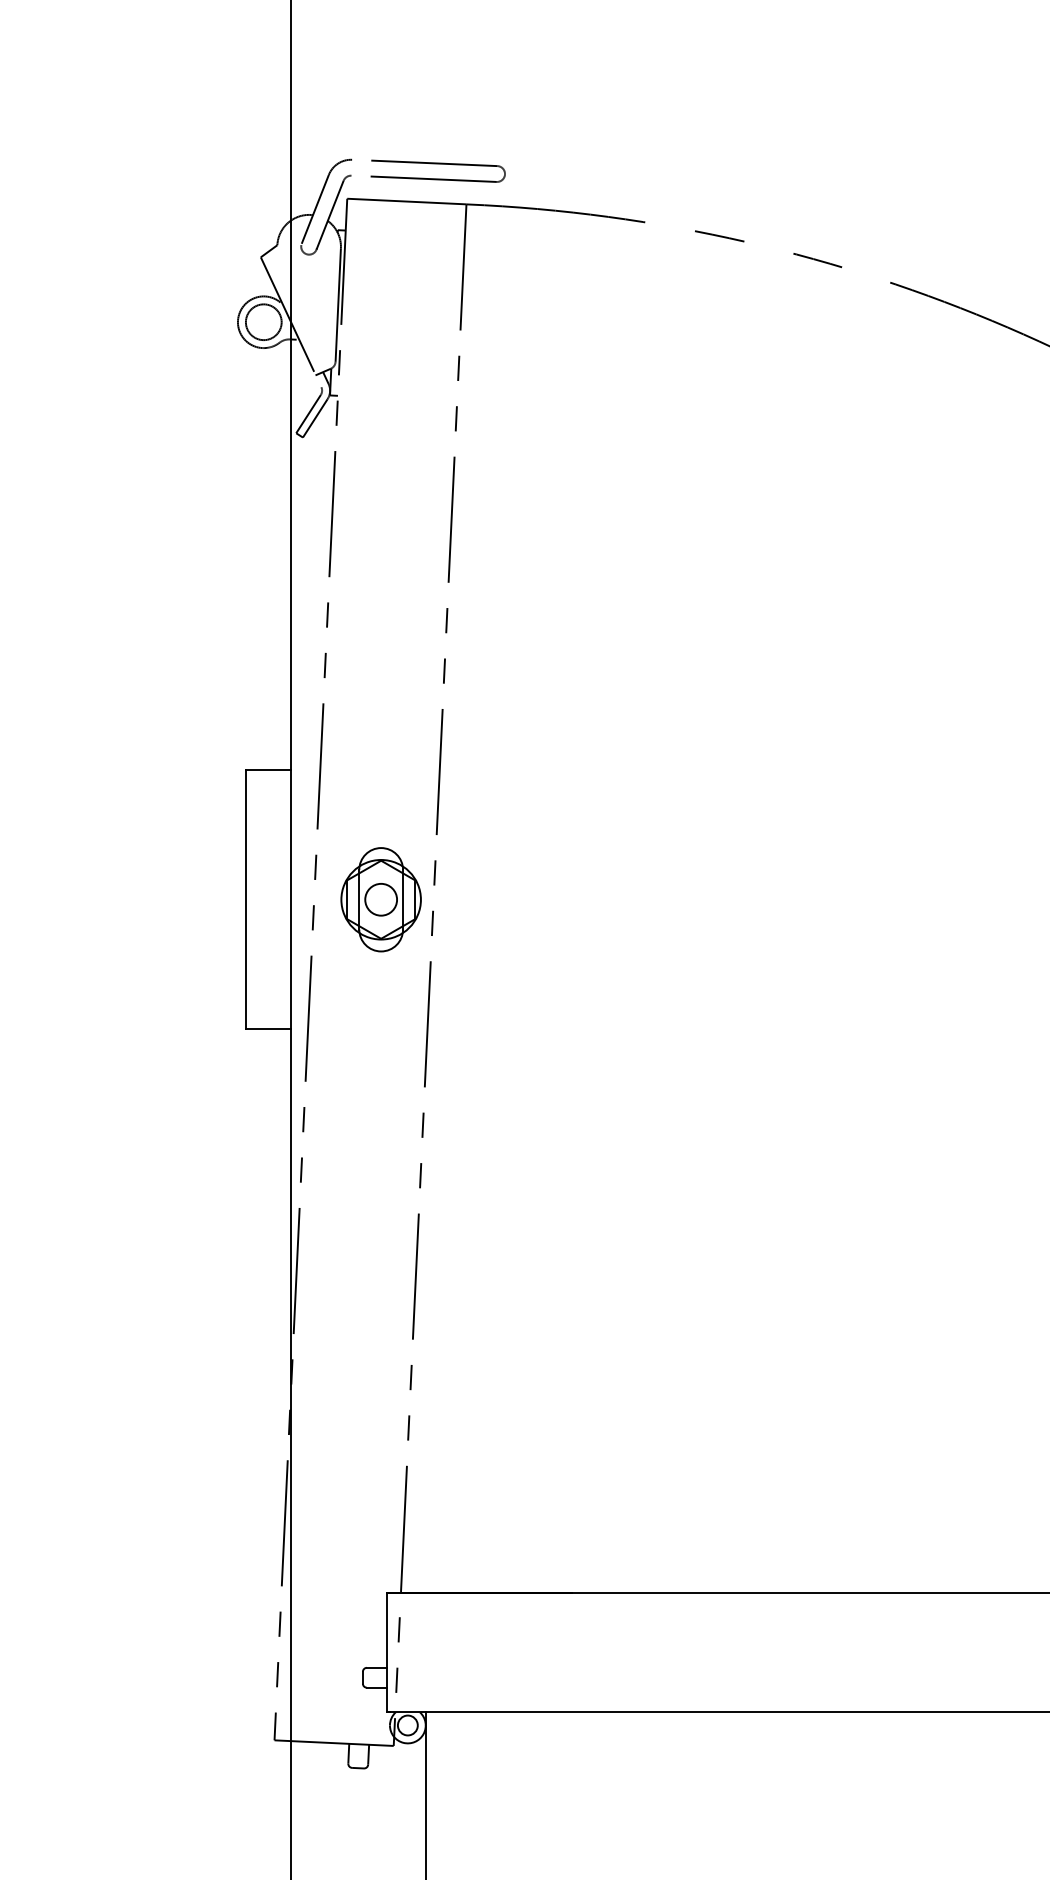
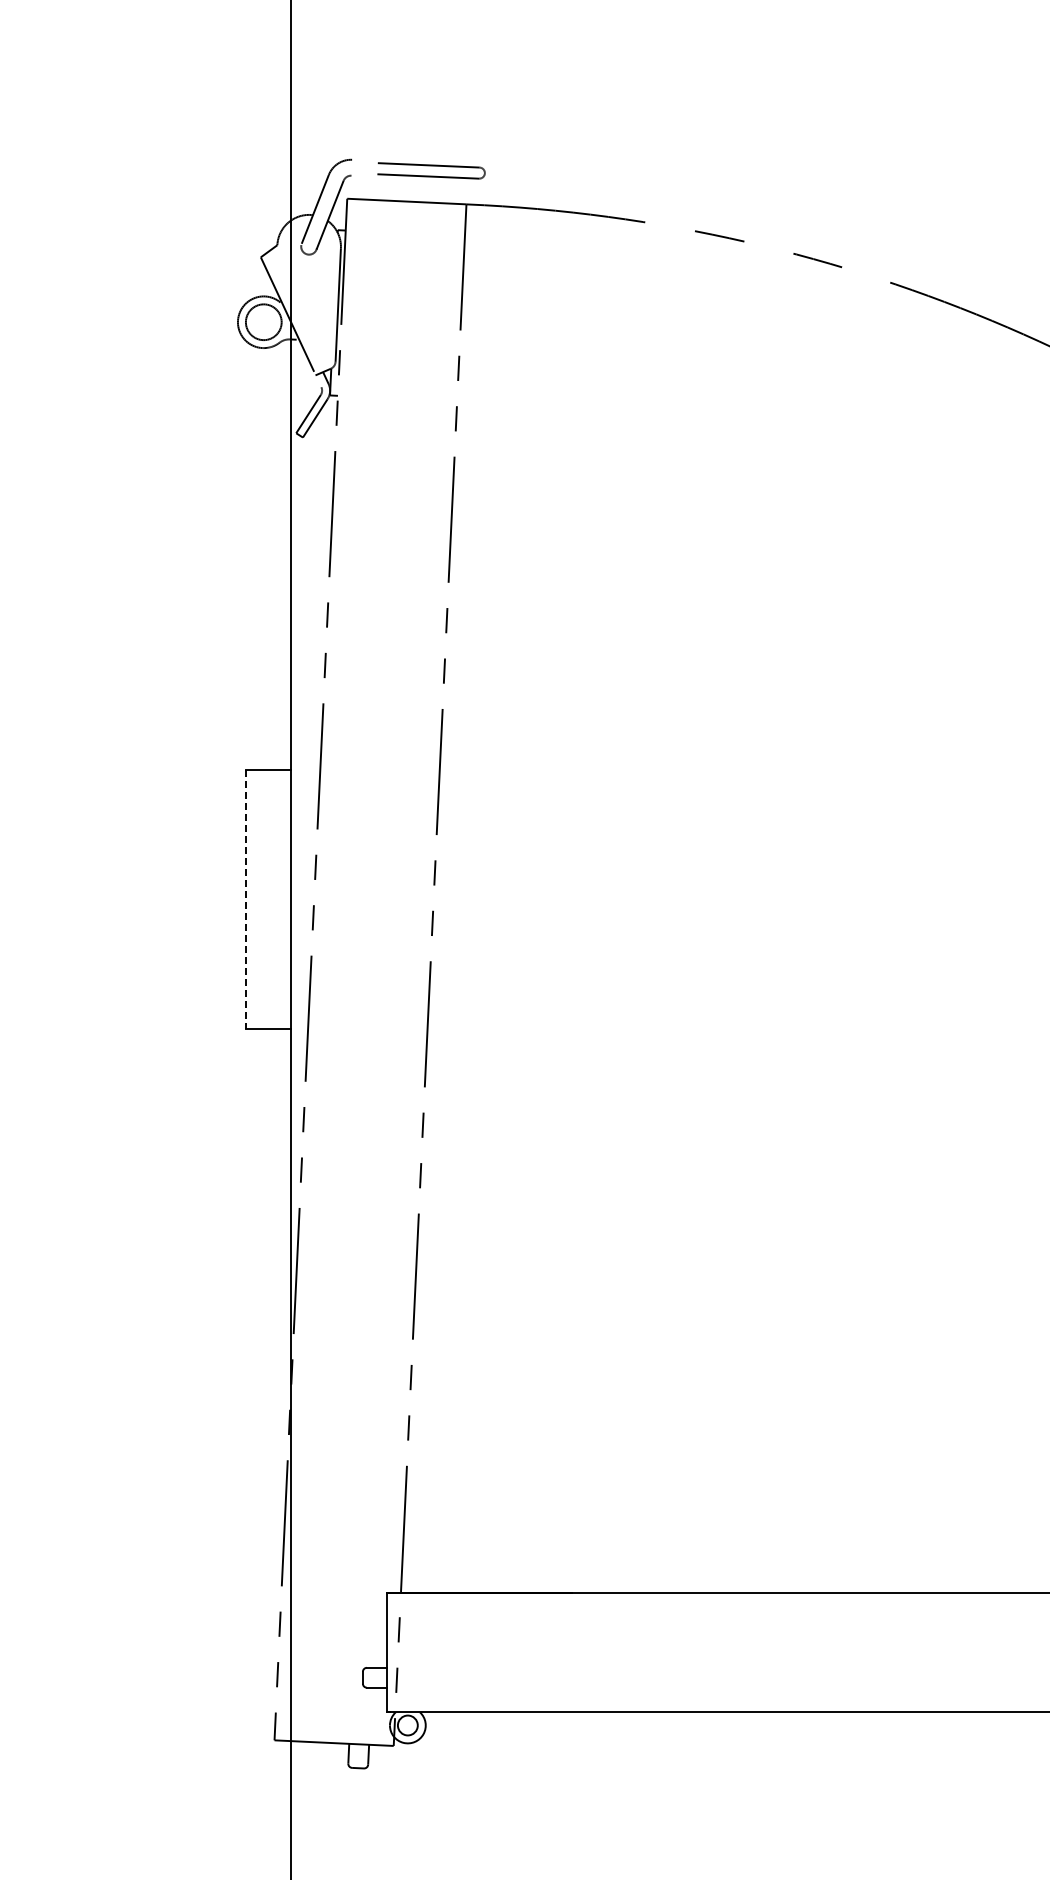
part at (437, 170) size: 136x24 px -> 102x18 px
part at (380, 899): present -> none
line at (245, 900): solid -> dashed
line at (425, 1794): present -> none
